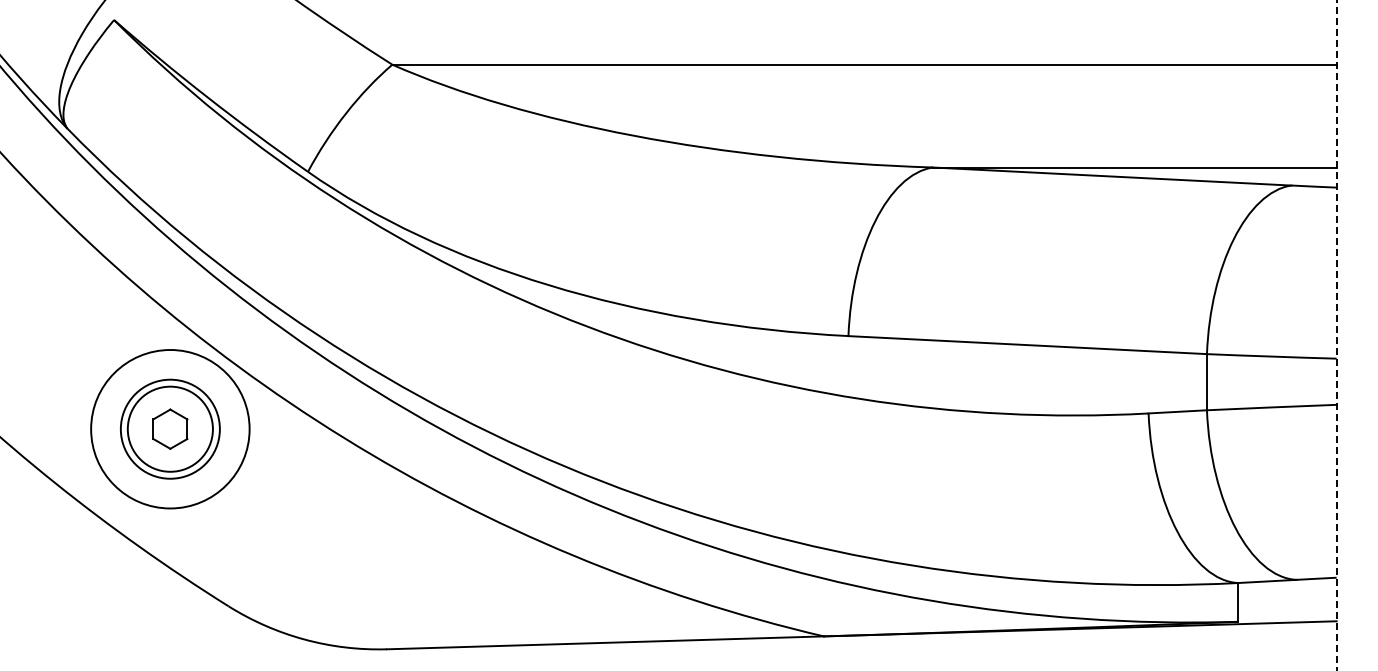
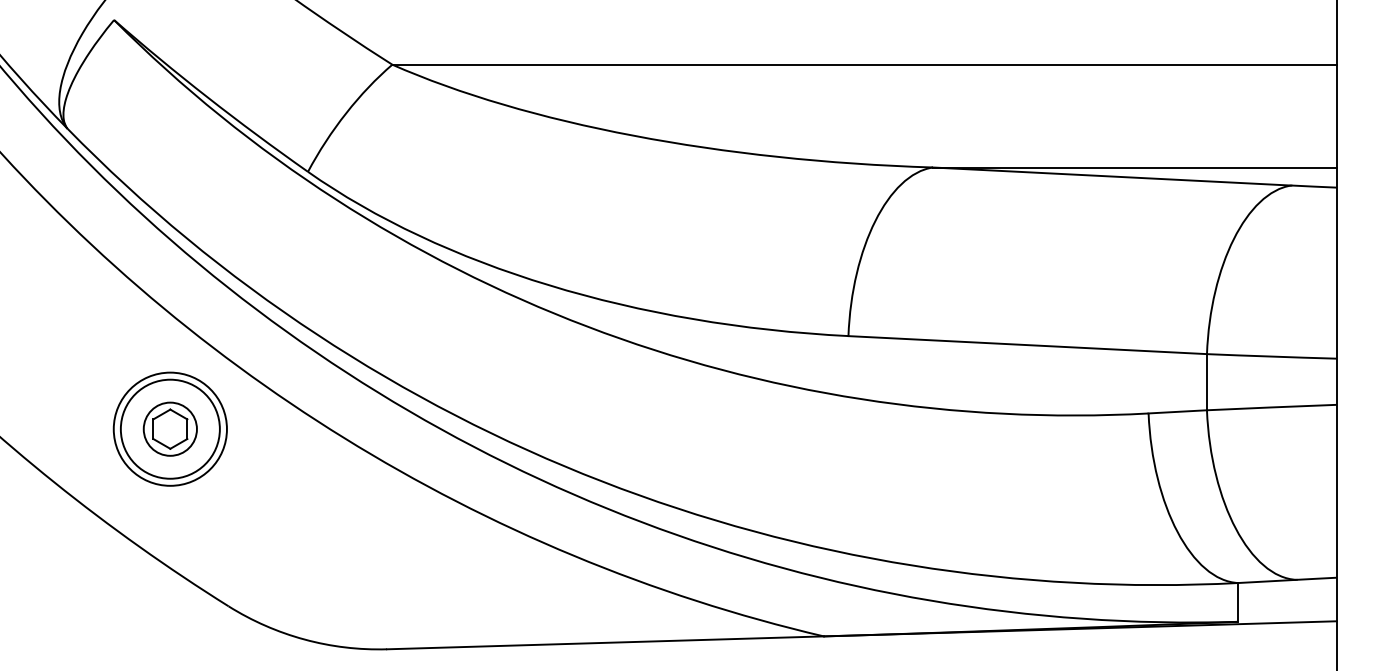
line at (1336, 335): dashed -> solid
circle at (169, 428) diameter: 85 px -> 53 px
circle at (170, 428) diameter: 158 px -> 113 px
